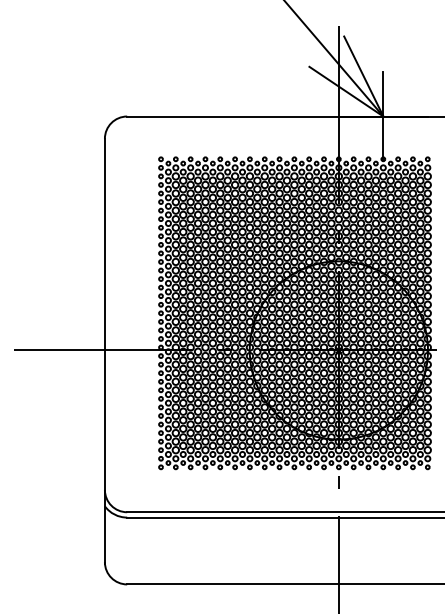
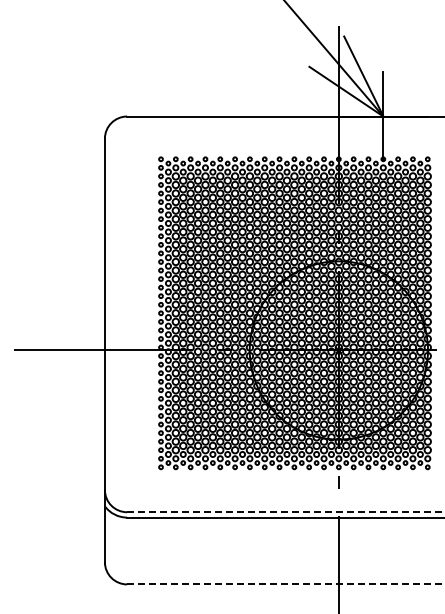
line at (285, 512): solid -> dashed
line at (285, 584): solid -> dashed
